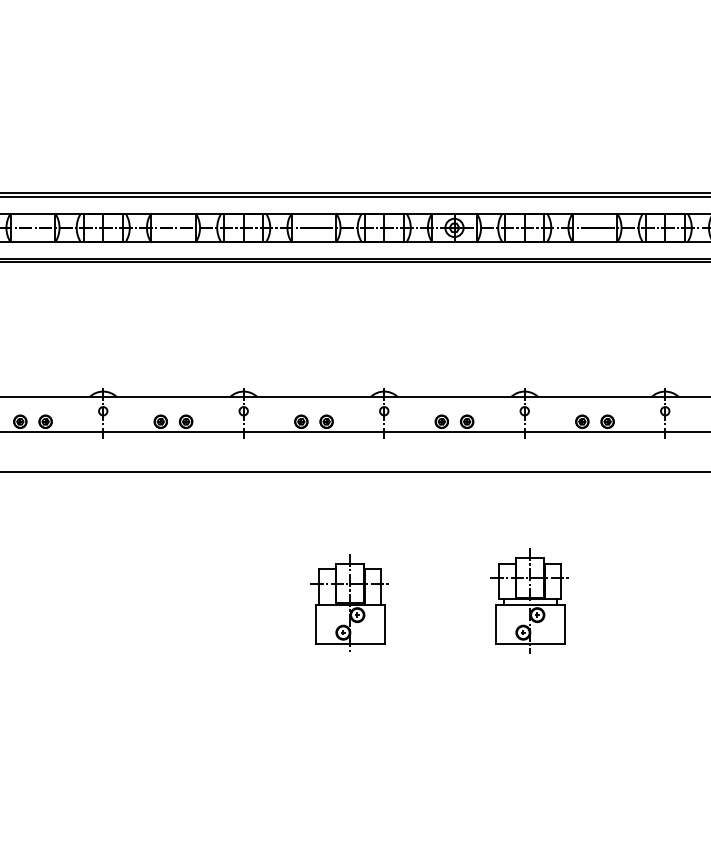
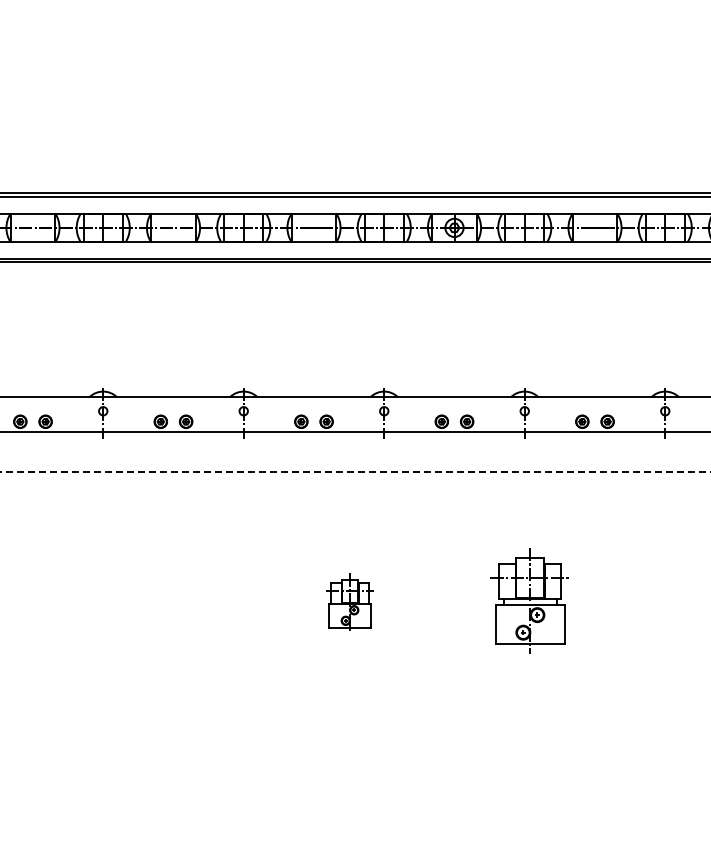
line at (355, 471): solid -> dashed
part at (349, 602) size: 79x98 px -> 48x58 px
